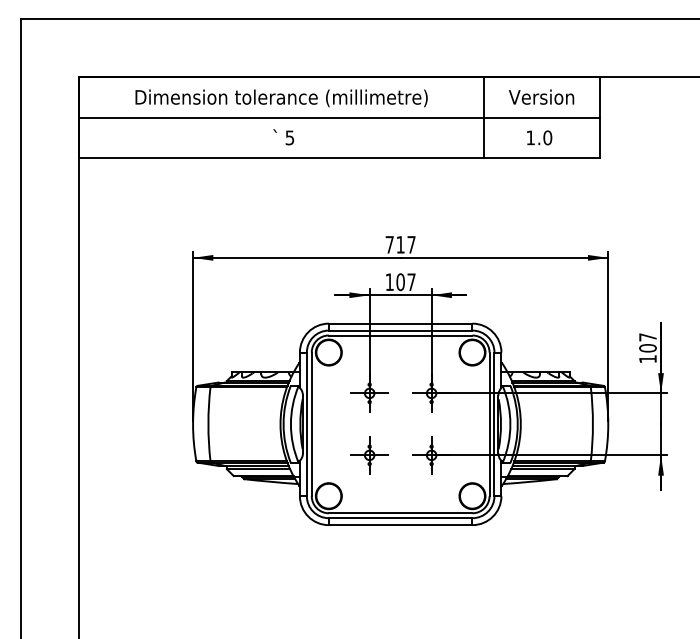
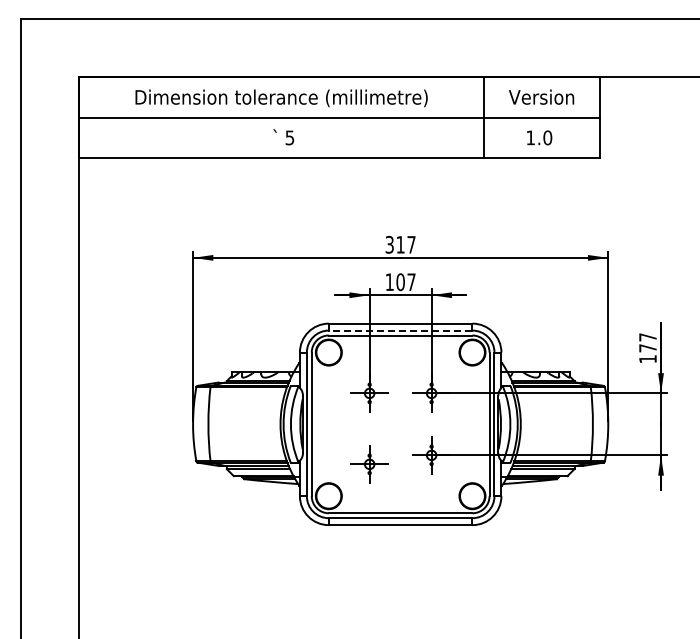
text at (389, 244): 717 -> 317
line at (400, 330): solid -> dashed
text at (647, 348): 107 -> 177
part at (369, 455) position: (369, 455) -> (369, 464)
